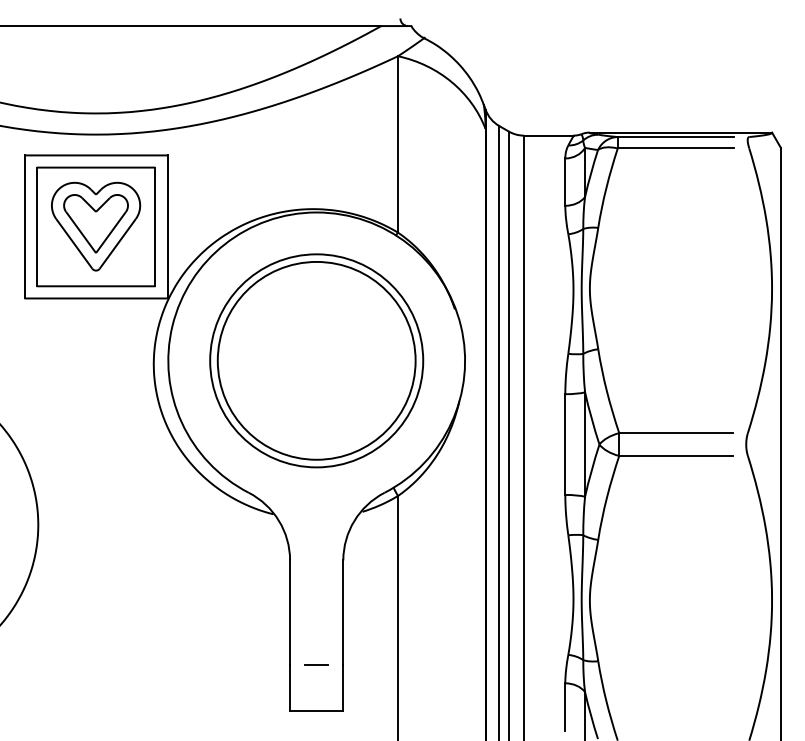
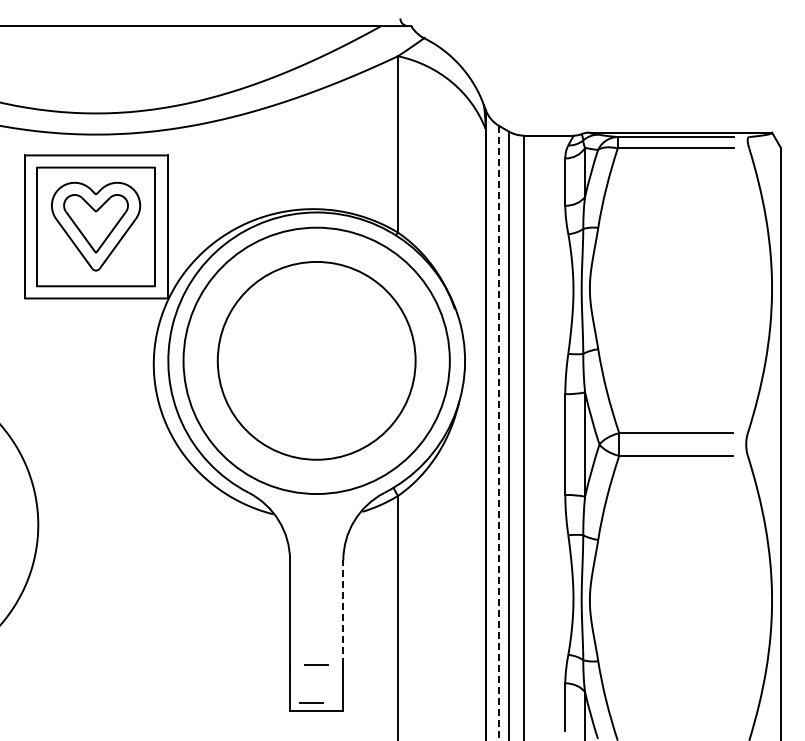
circle at (316, 360) diameter: 213 px -> 266 px
line at (499, 433): solid -> dashed
line at (343, 612): solid -> dashed
line at (311, 702): none -> present
